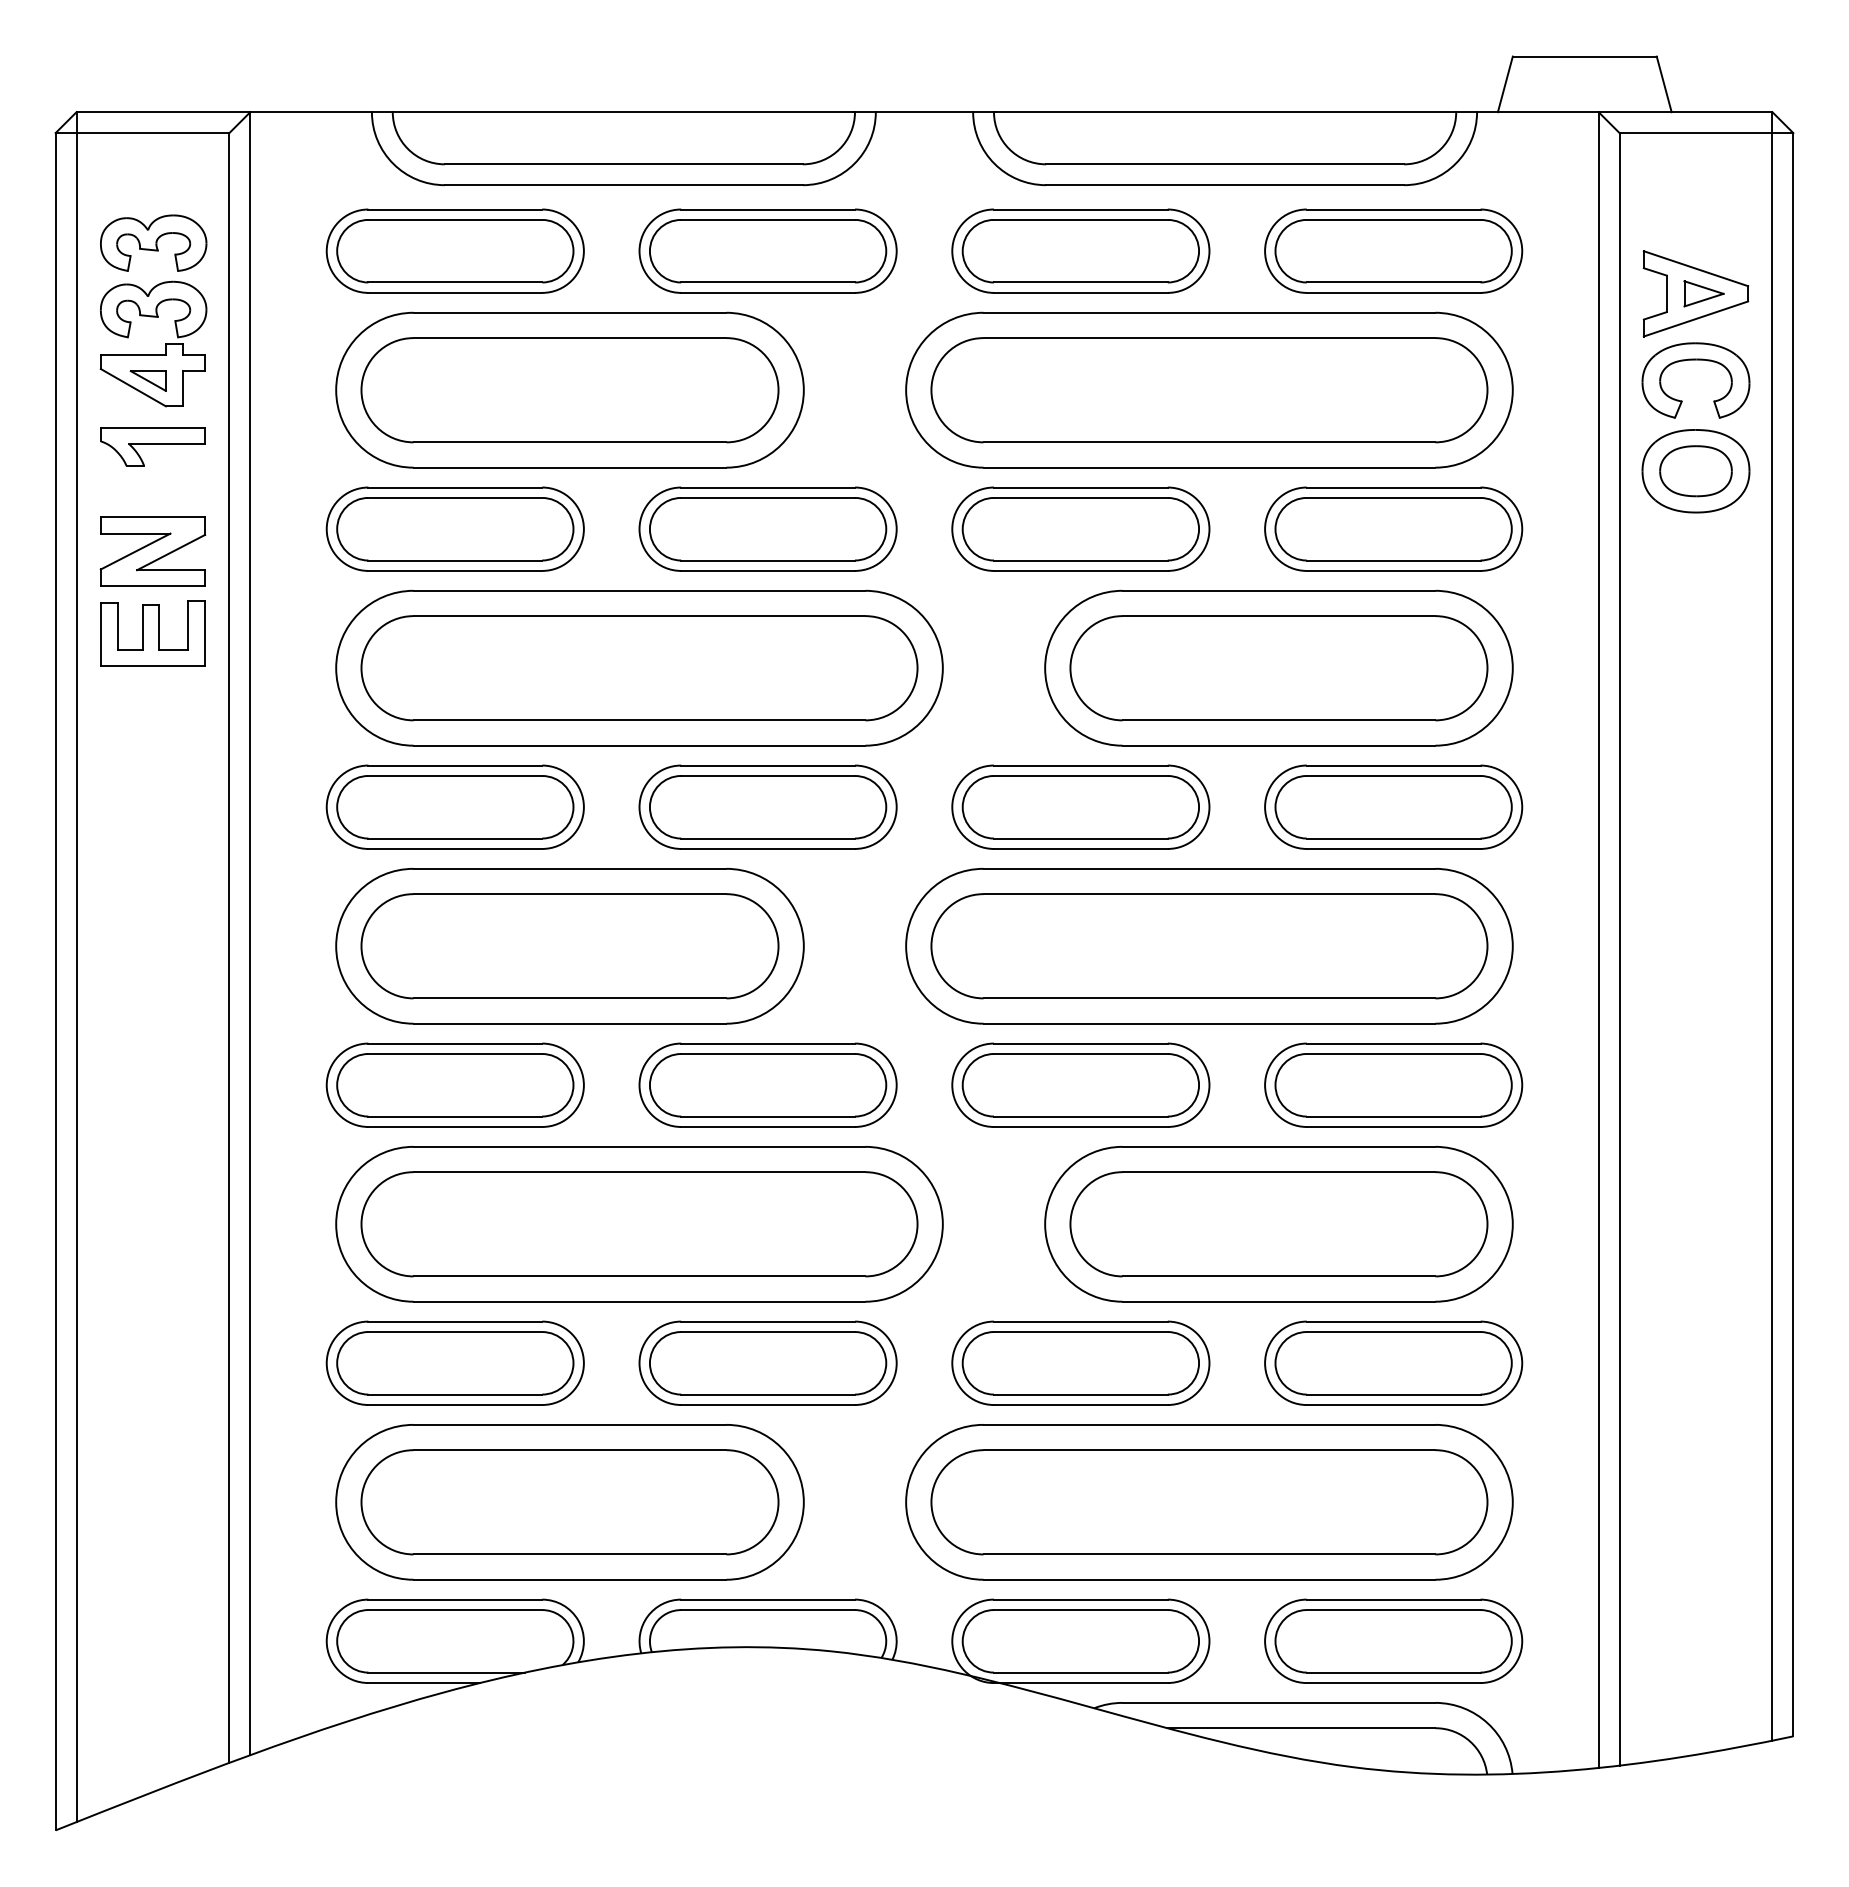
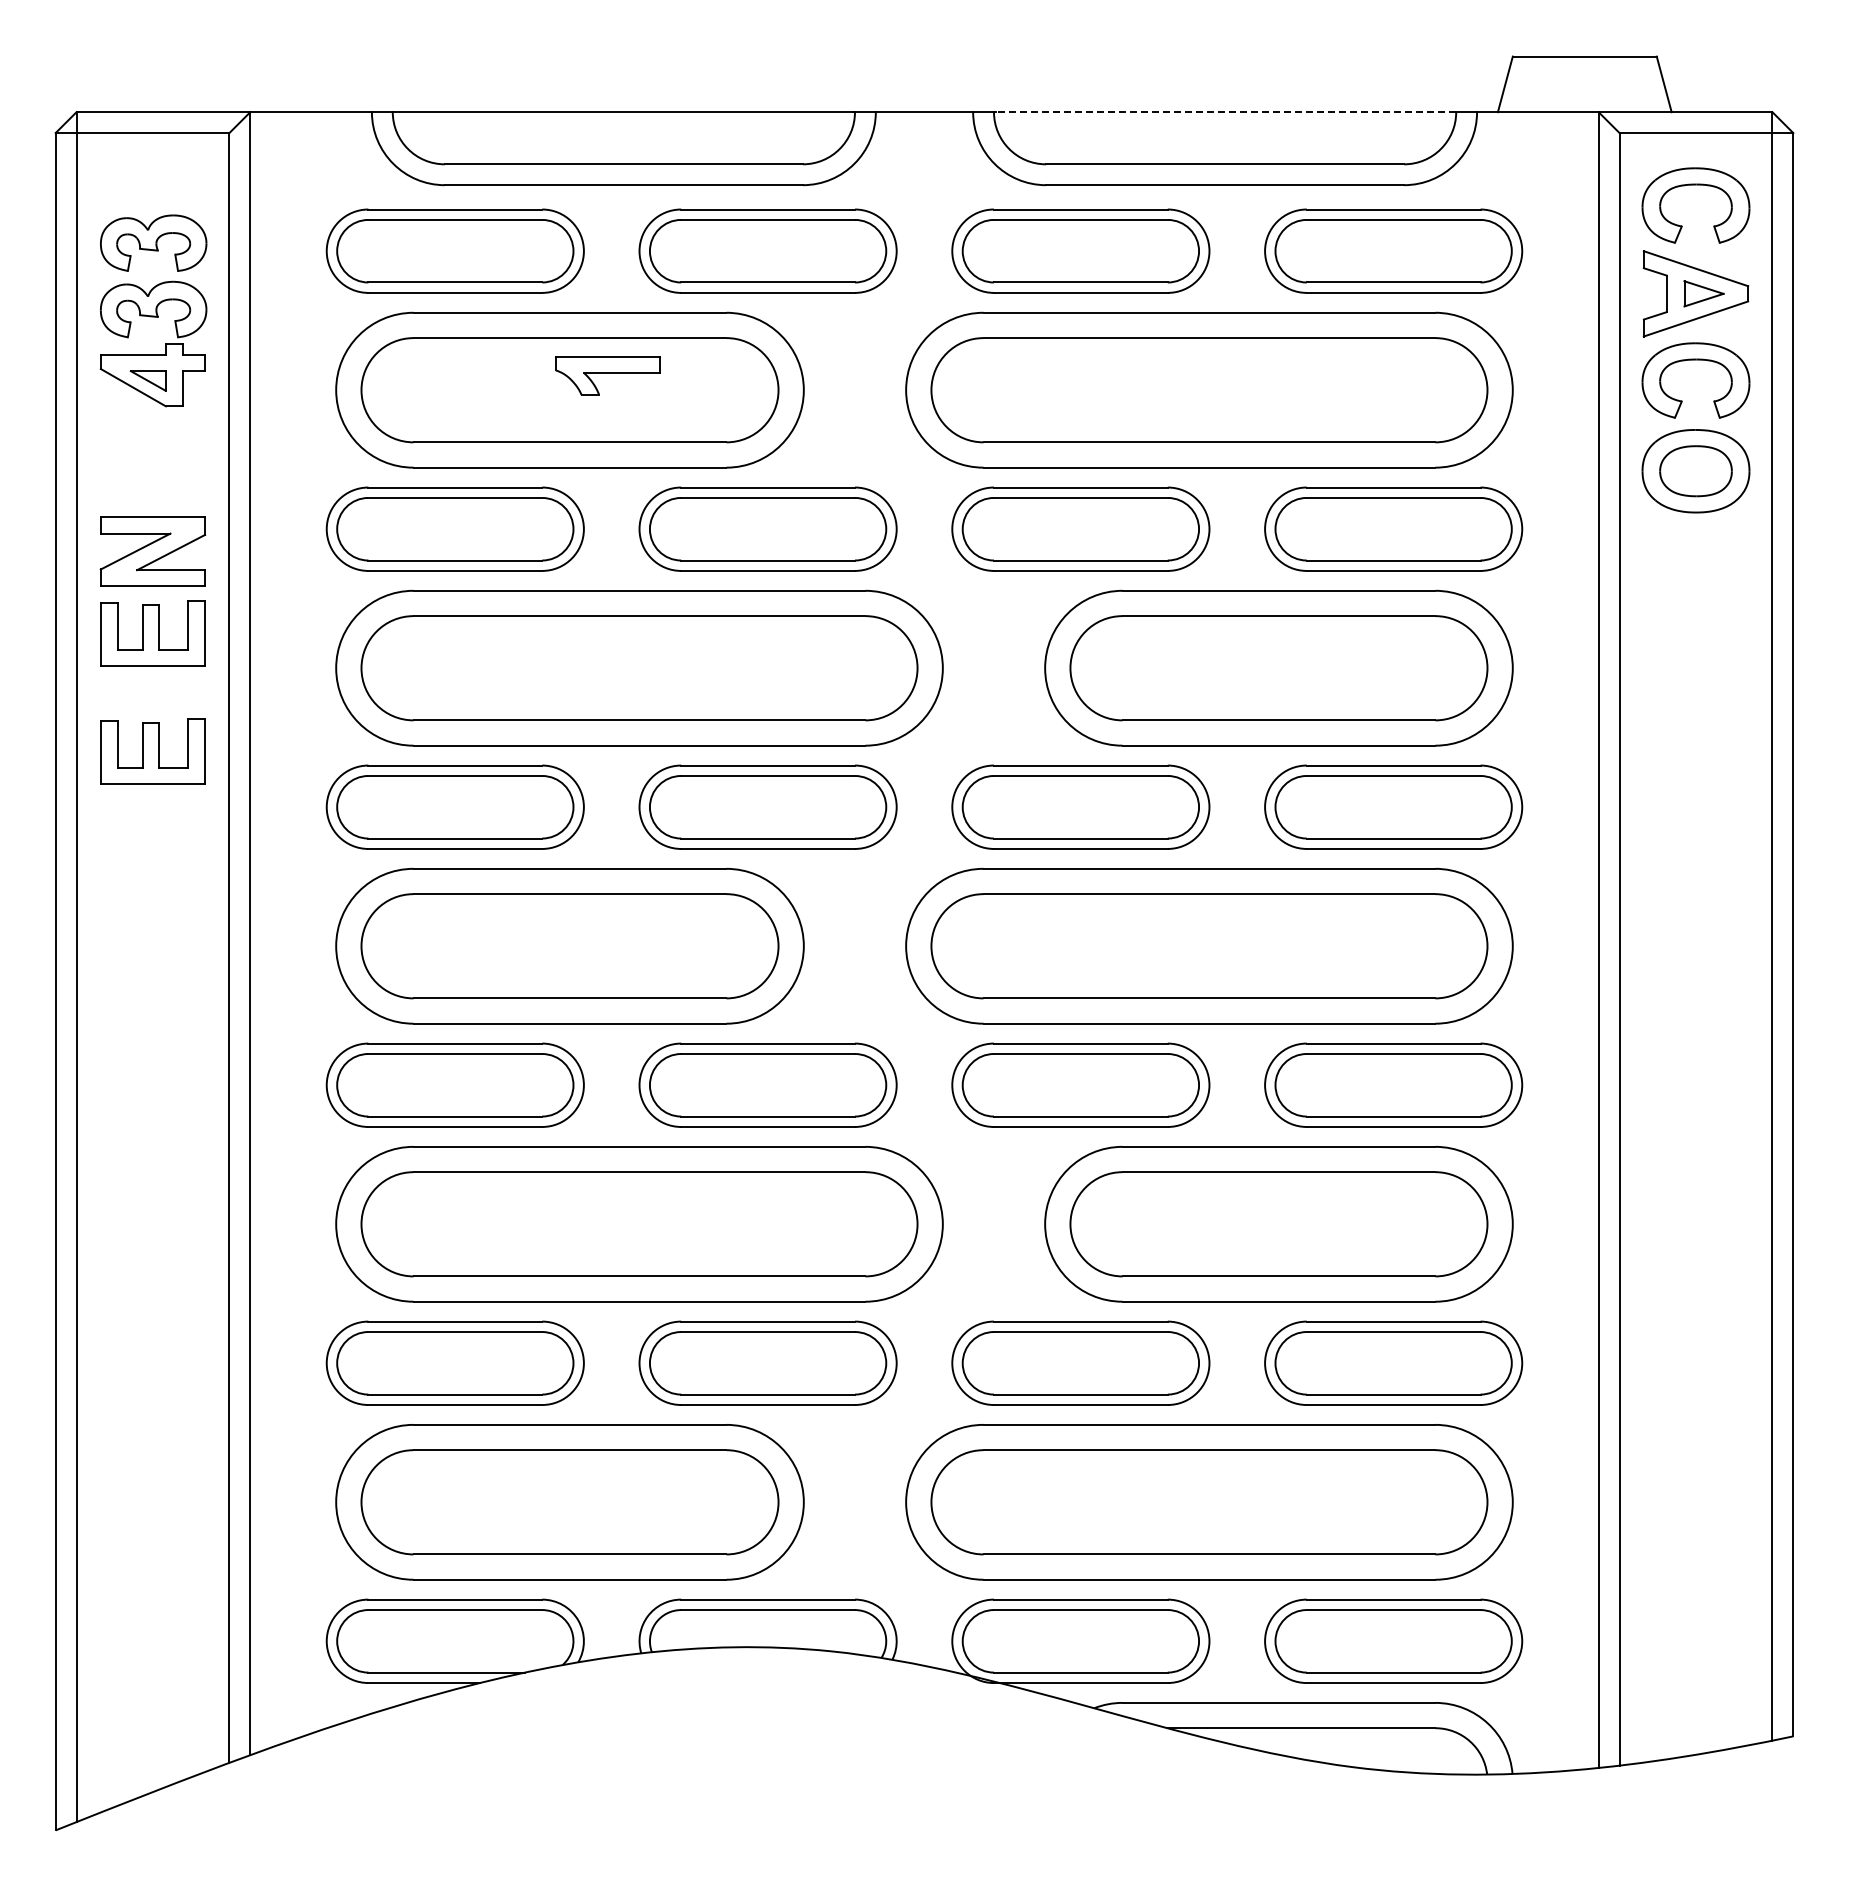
line at (1225, 112): solid -> dashed
part at (1695, 185): none -> present
part at (152, 446) position: (152, 446) -> (607, 375)
part at (152, 751): none -> present
